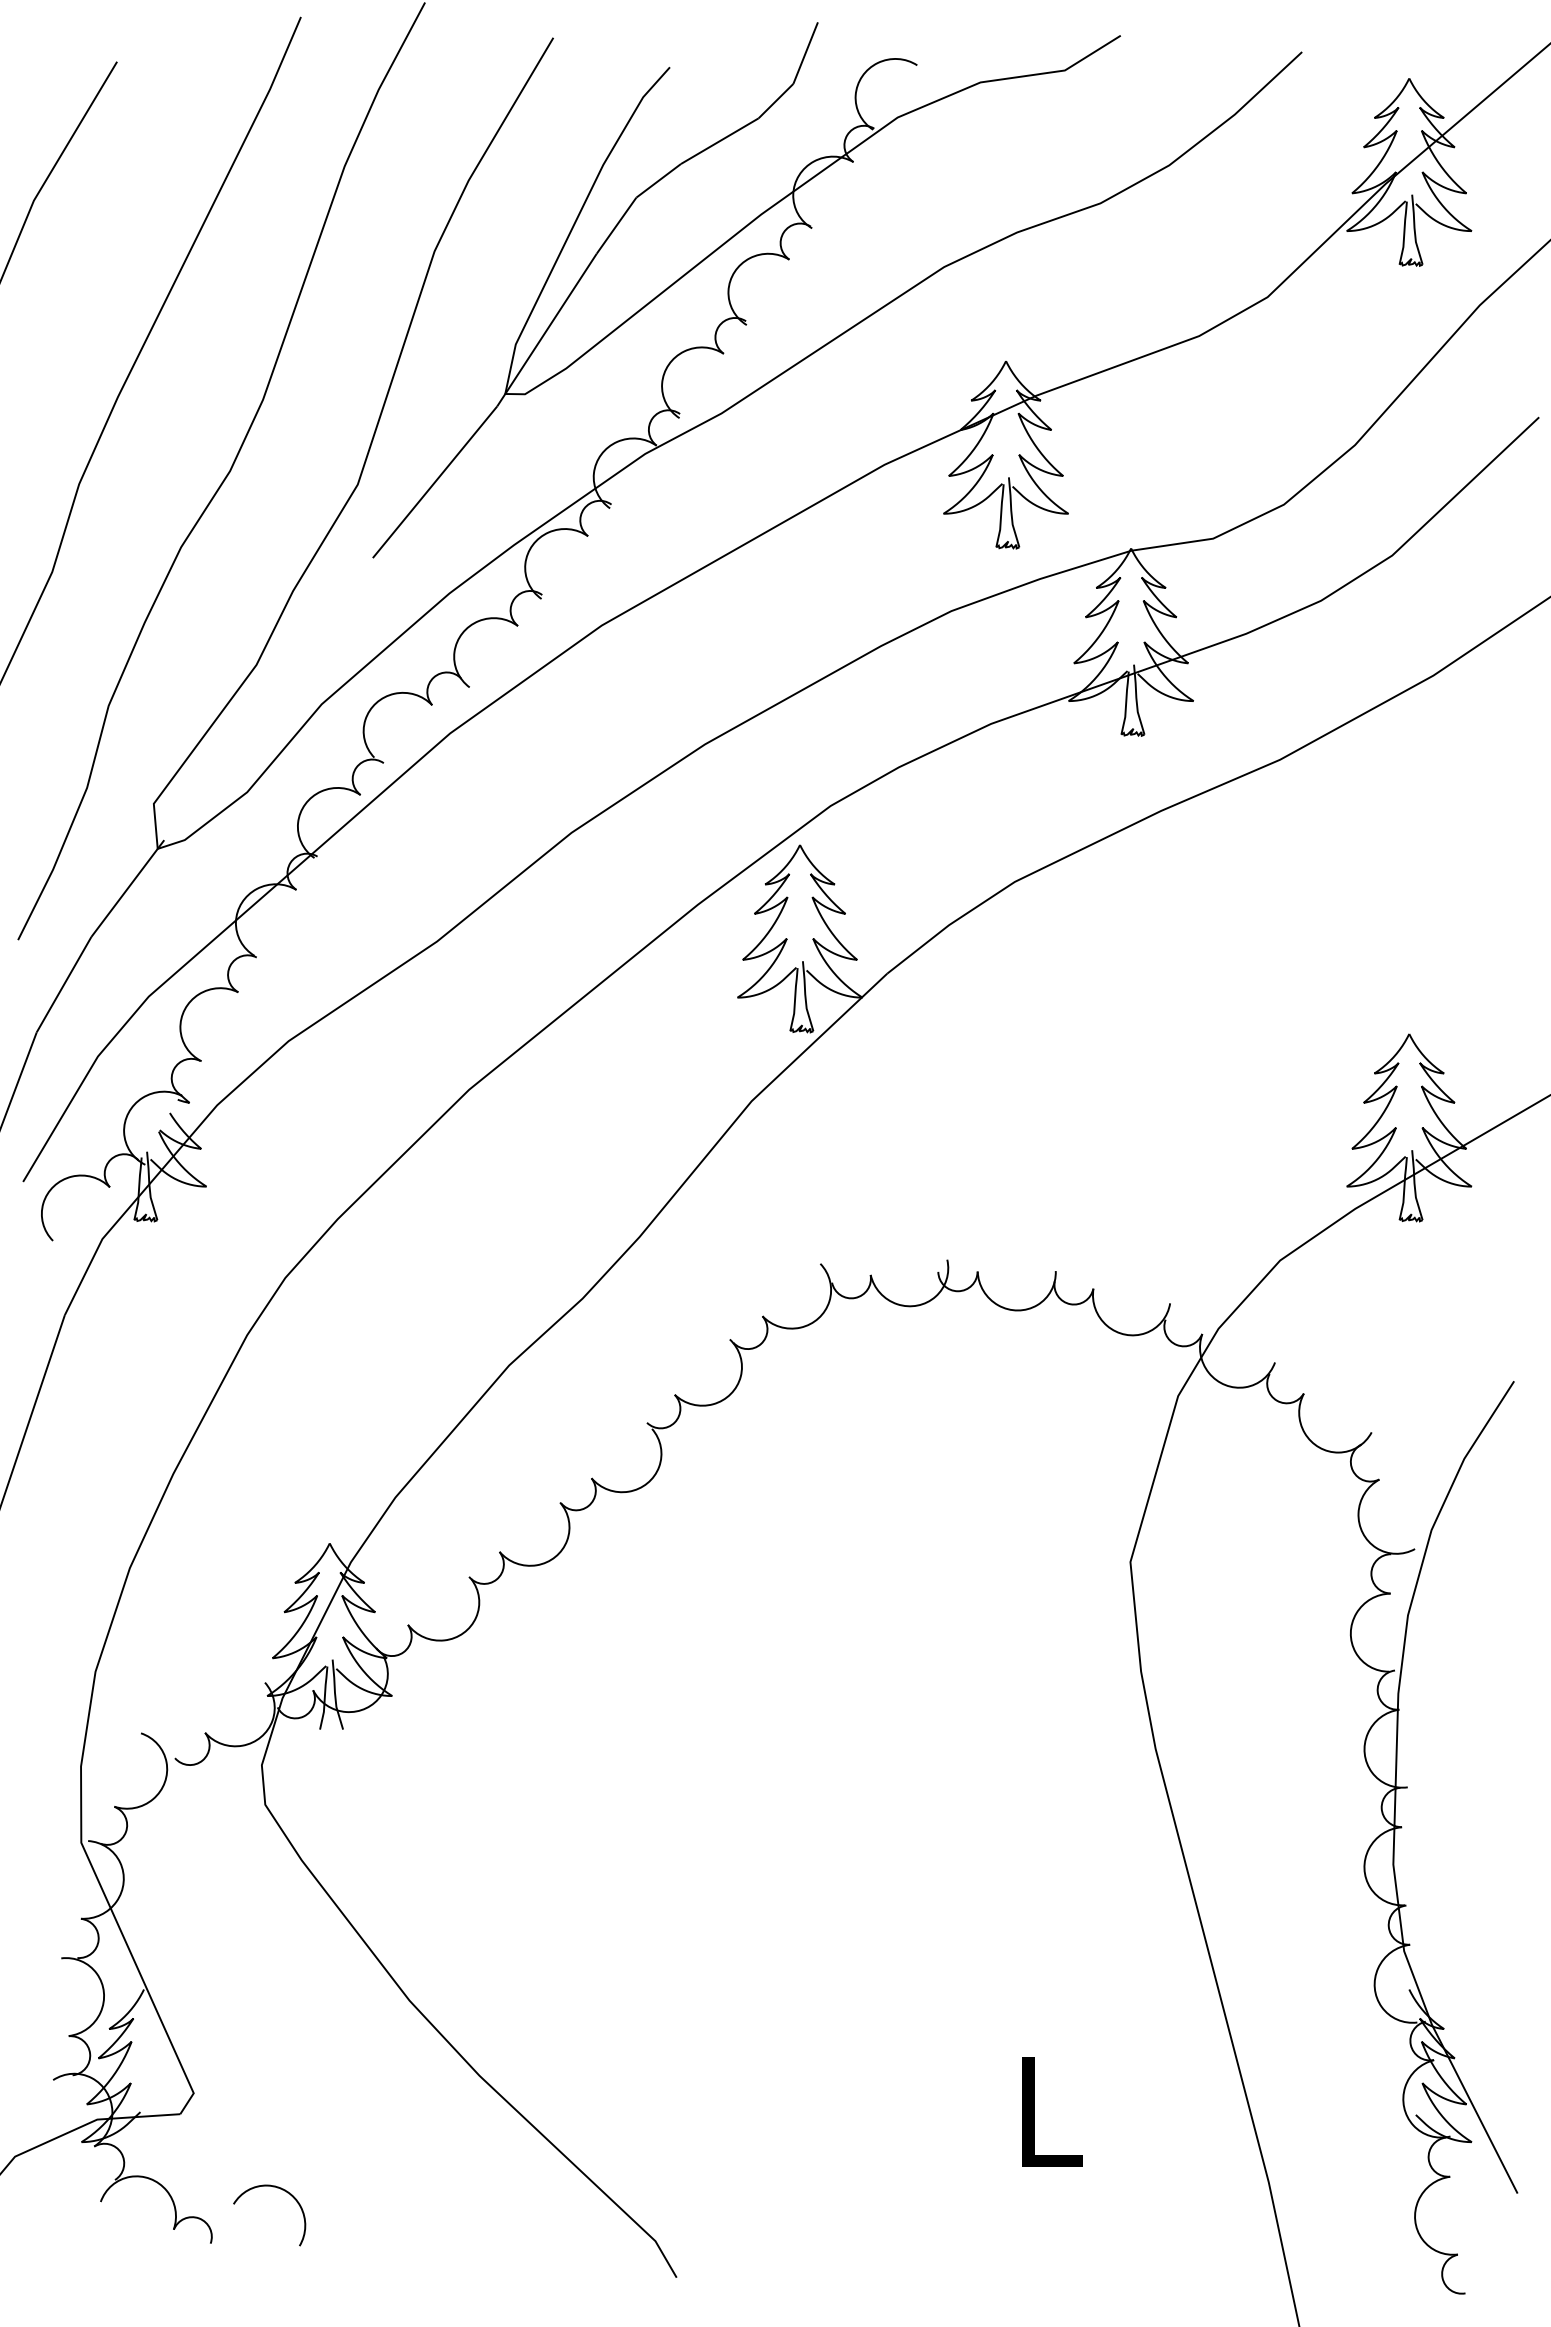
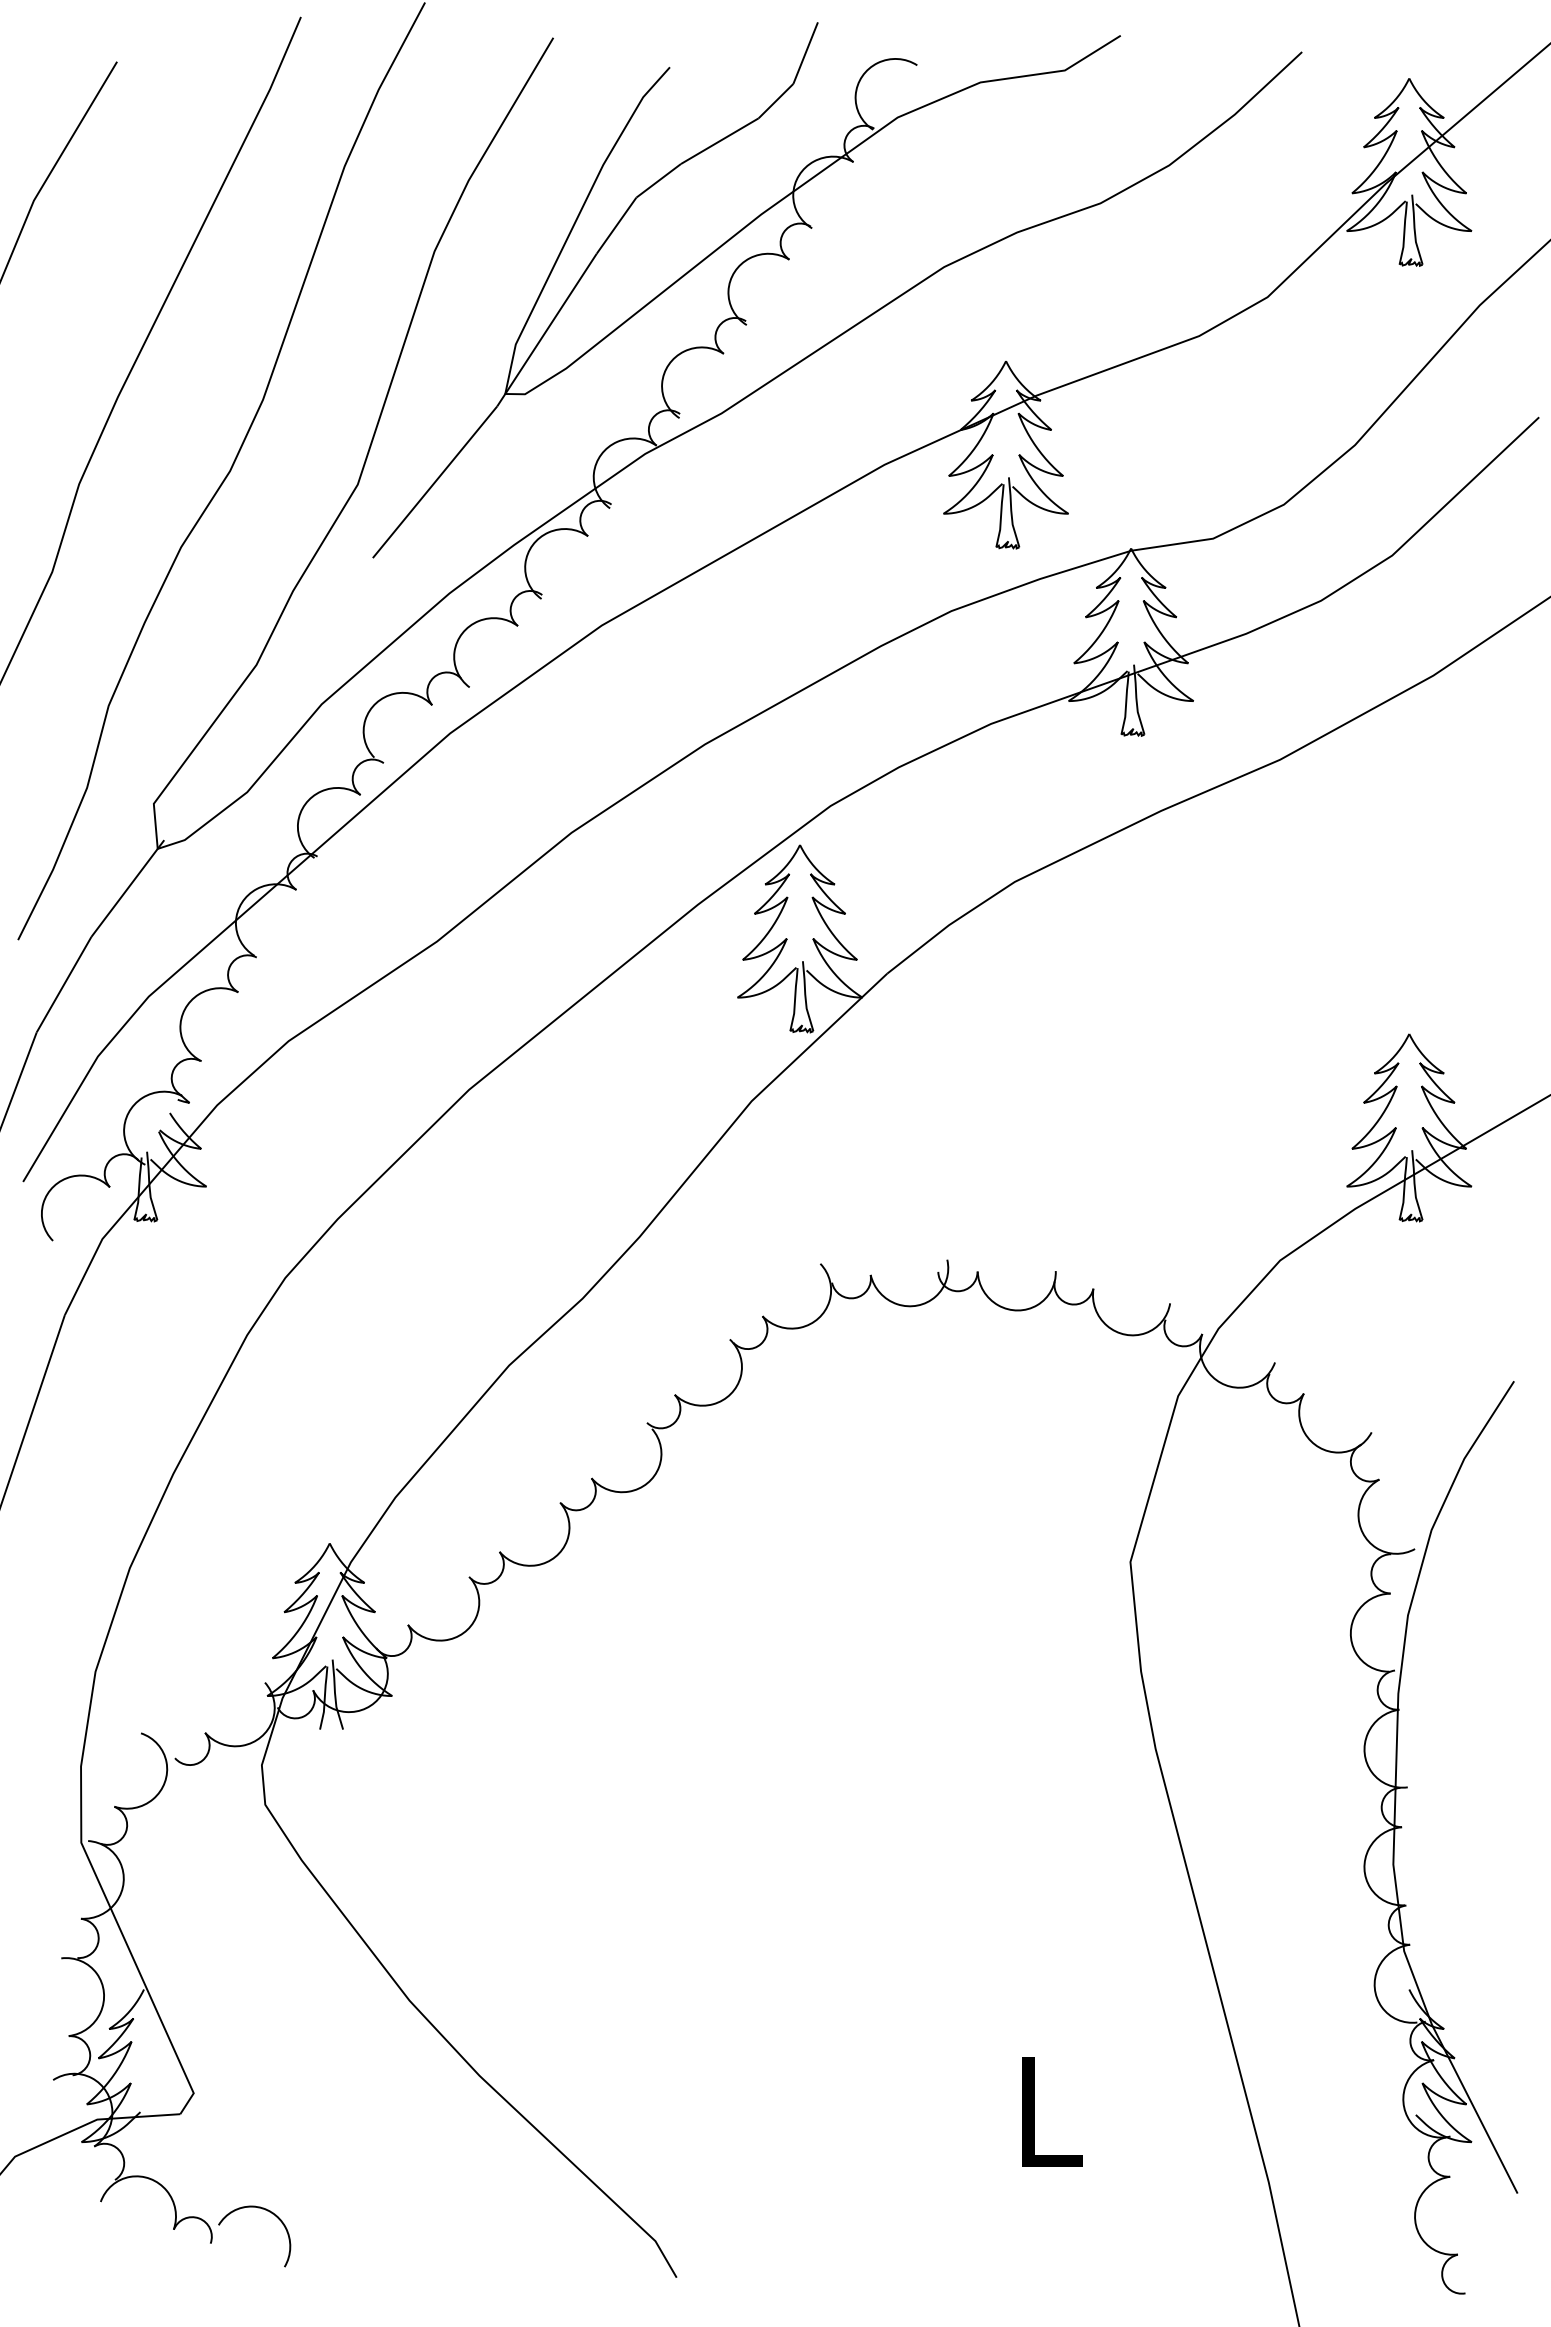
arc at (277, 2188) position: (277, 2188) -> (262, 2209)
